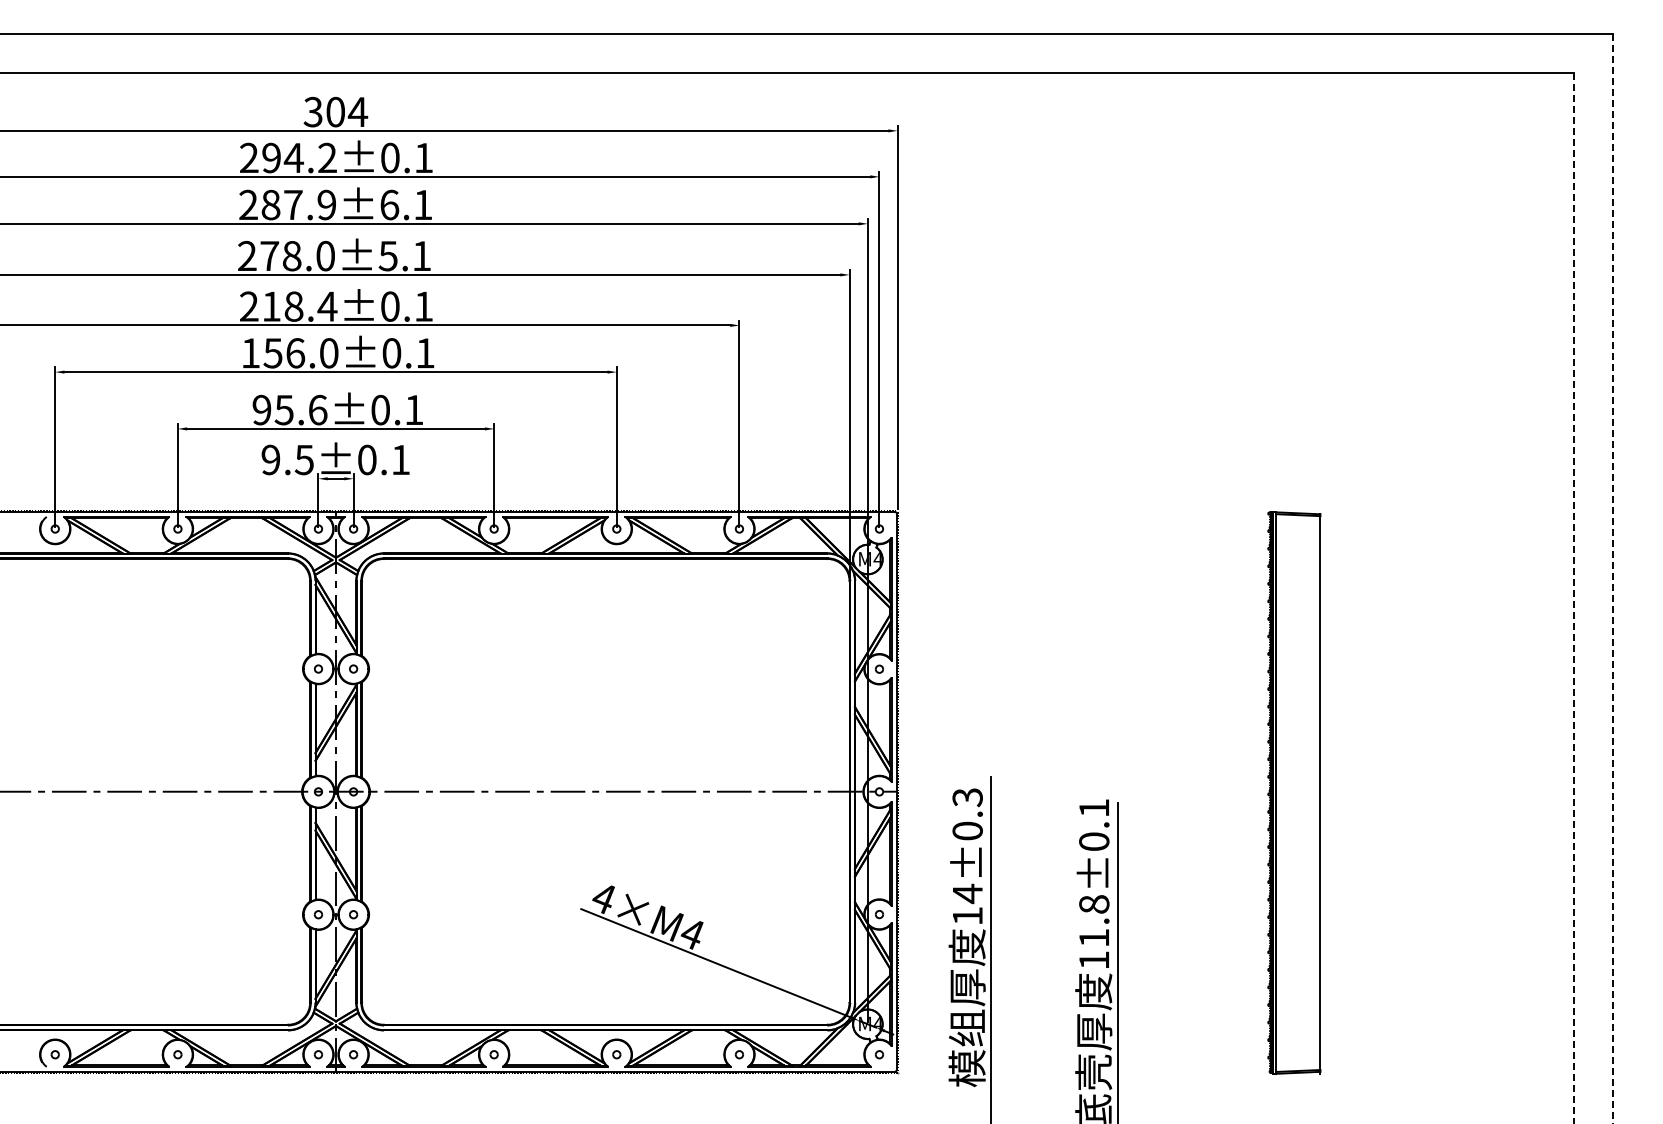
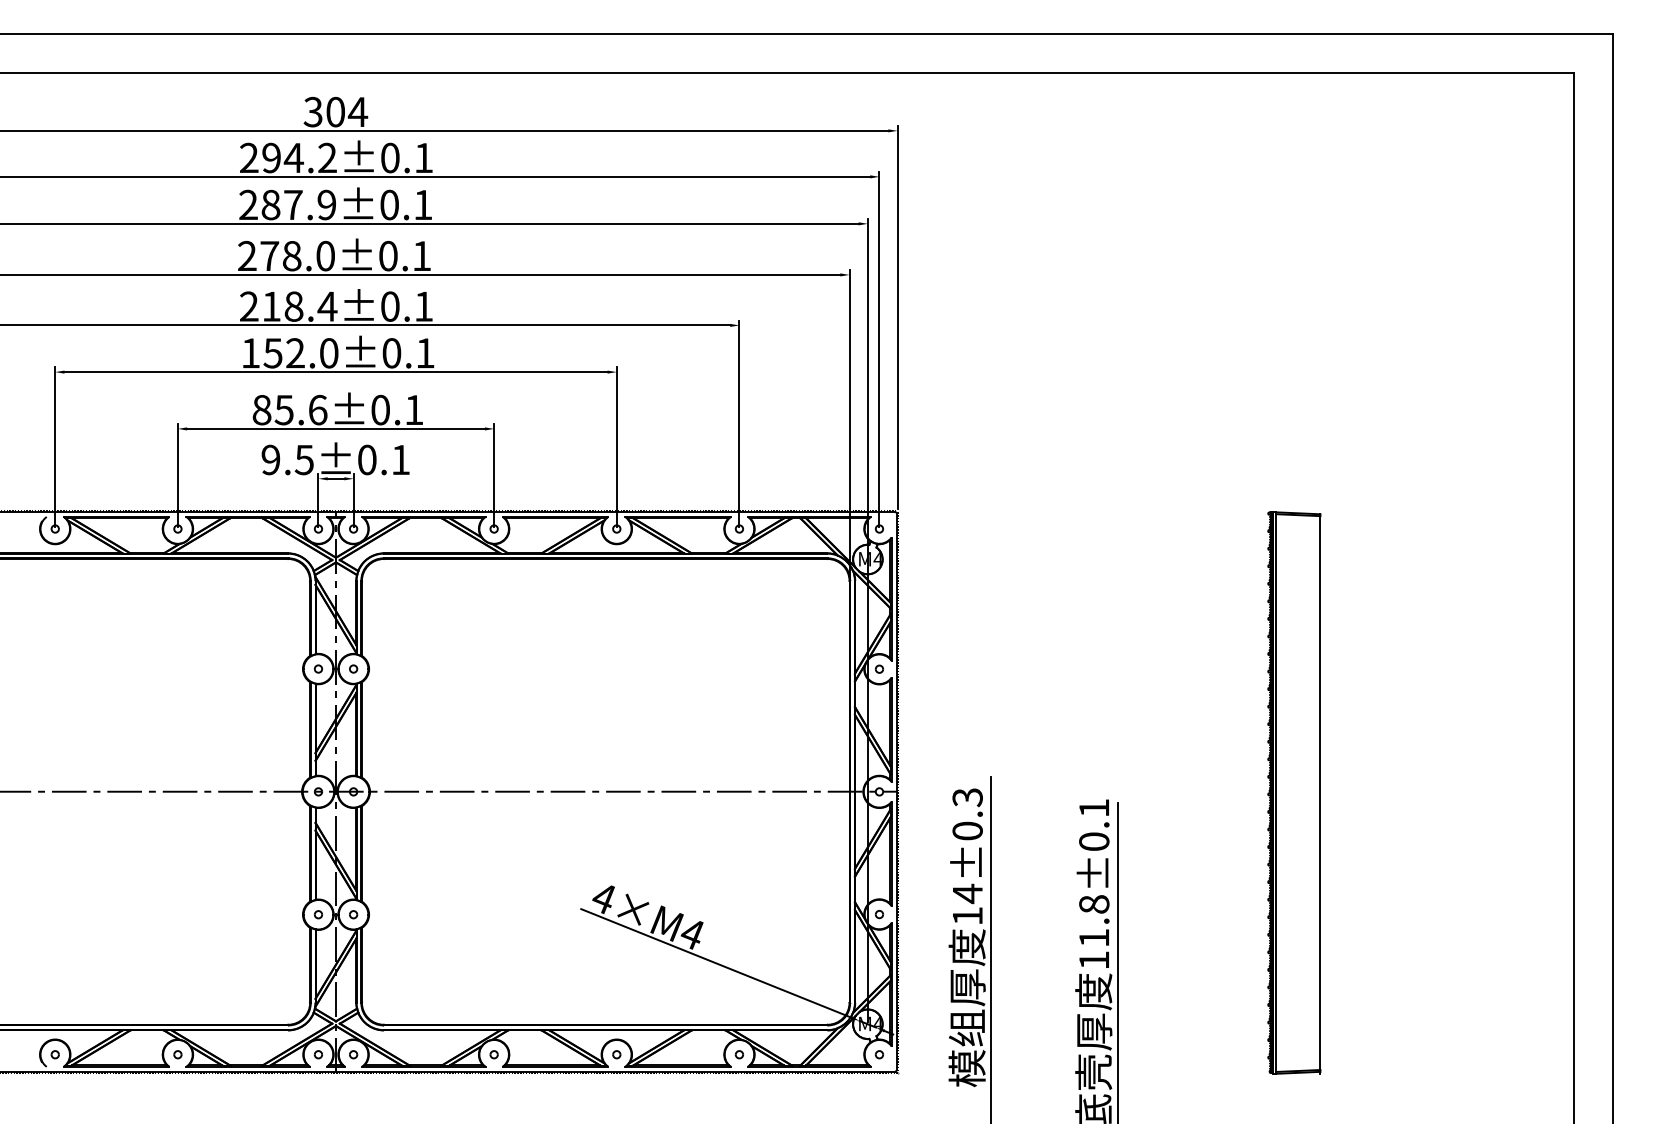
text at (389, 204): 287.9±6.1 -> 287.9±0.1
text at (387, 255): 278.0±5.1 -> 278.0±0.1
text at (295, 353): 156.0±0.1 -> 152.0±0.1
text at (261, 409): 95.6±0.1 -> 85.6±0.1
line at (1613, 578): dashed -> solid
line at (1573, 599): dashed -> solid
